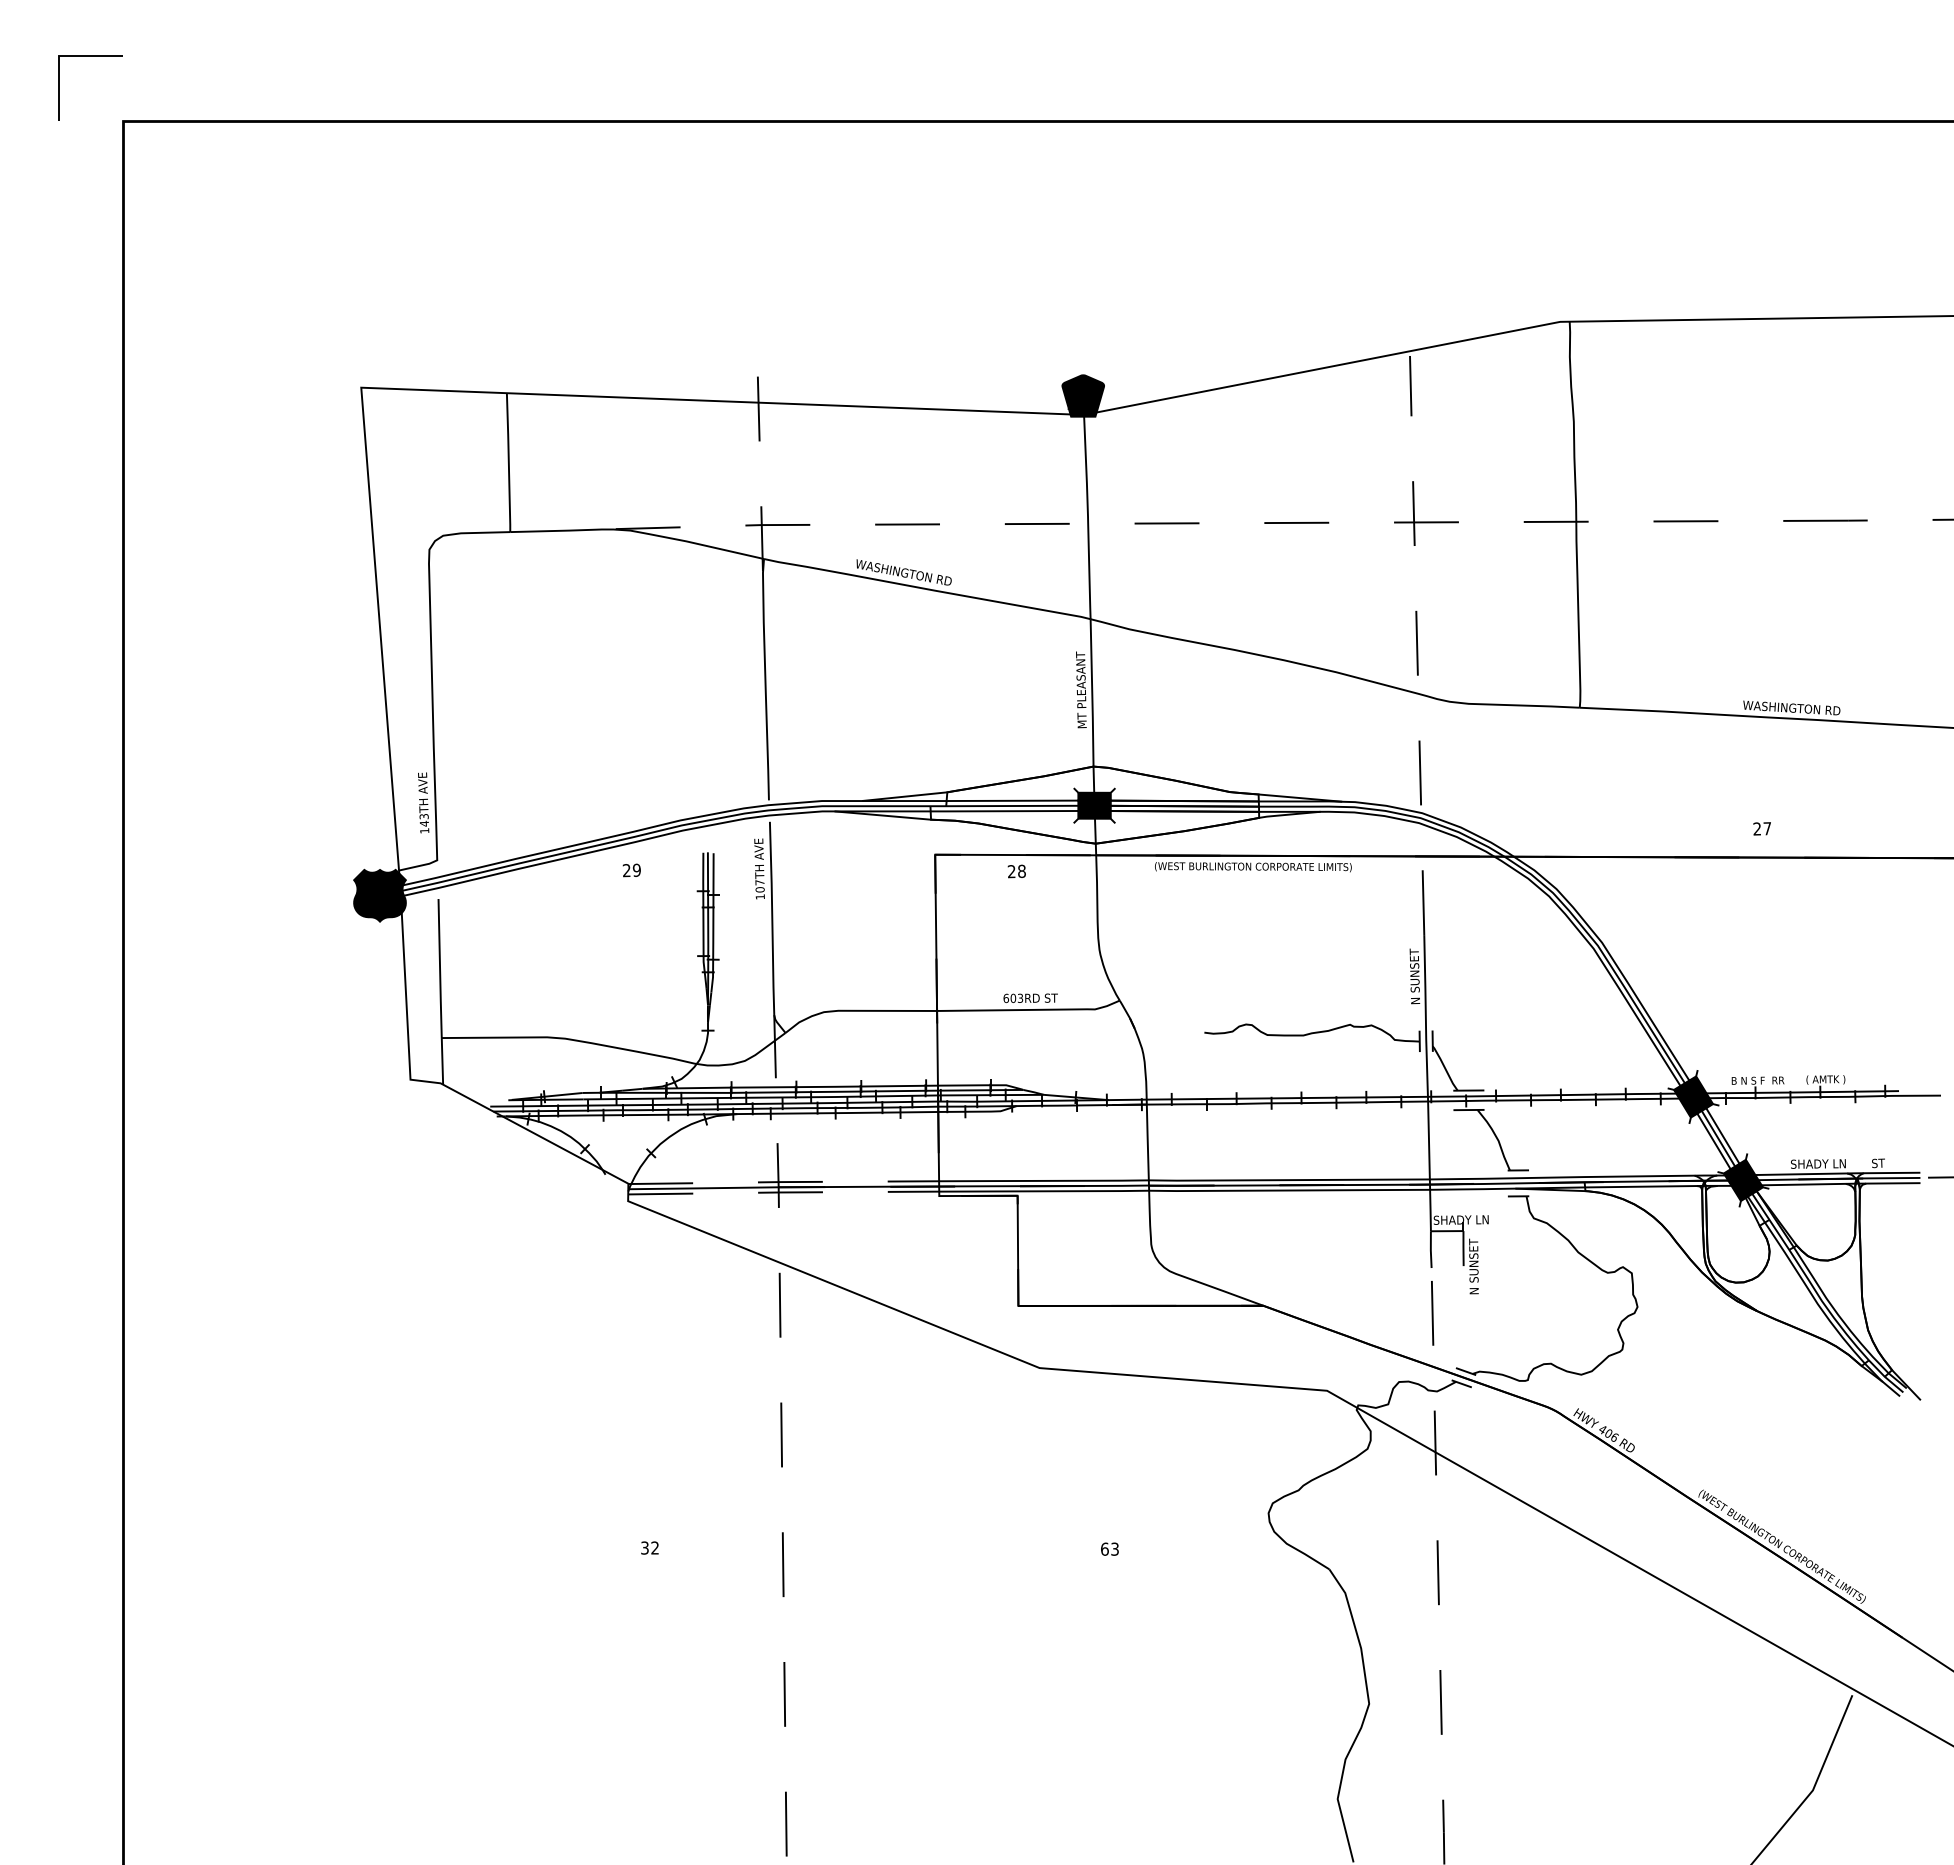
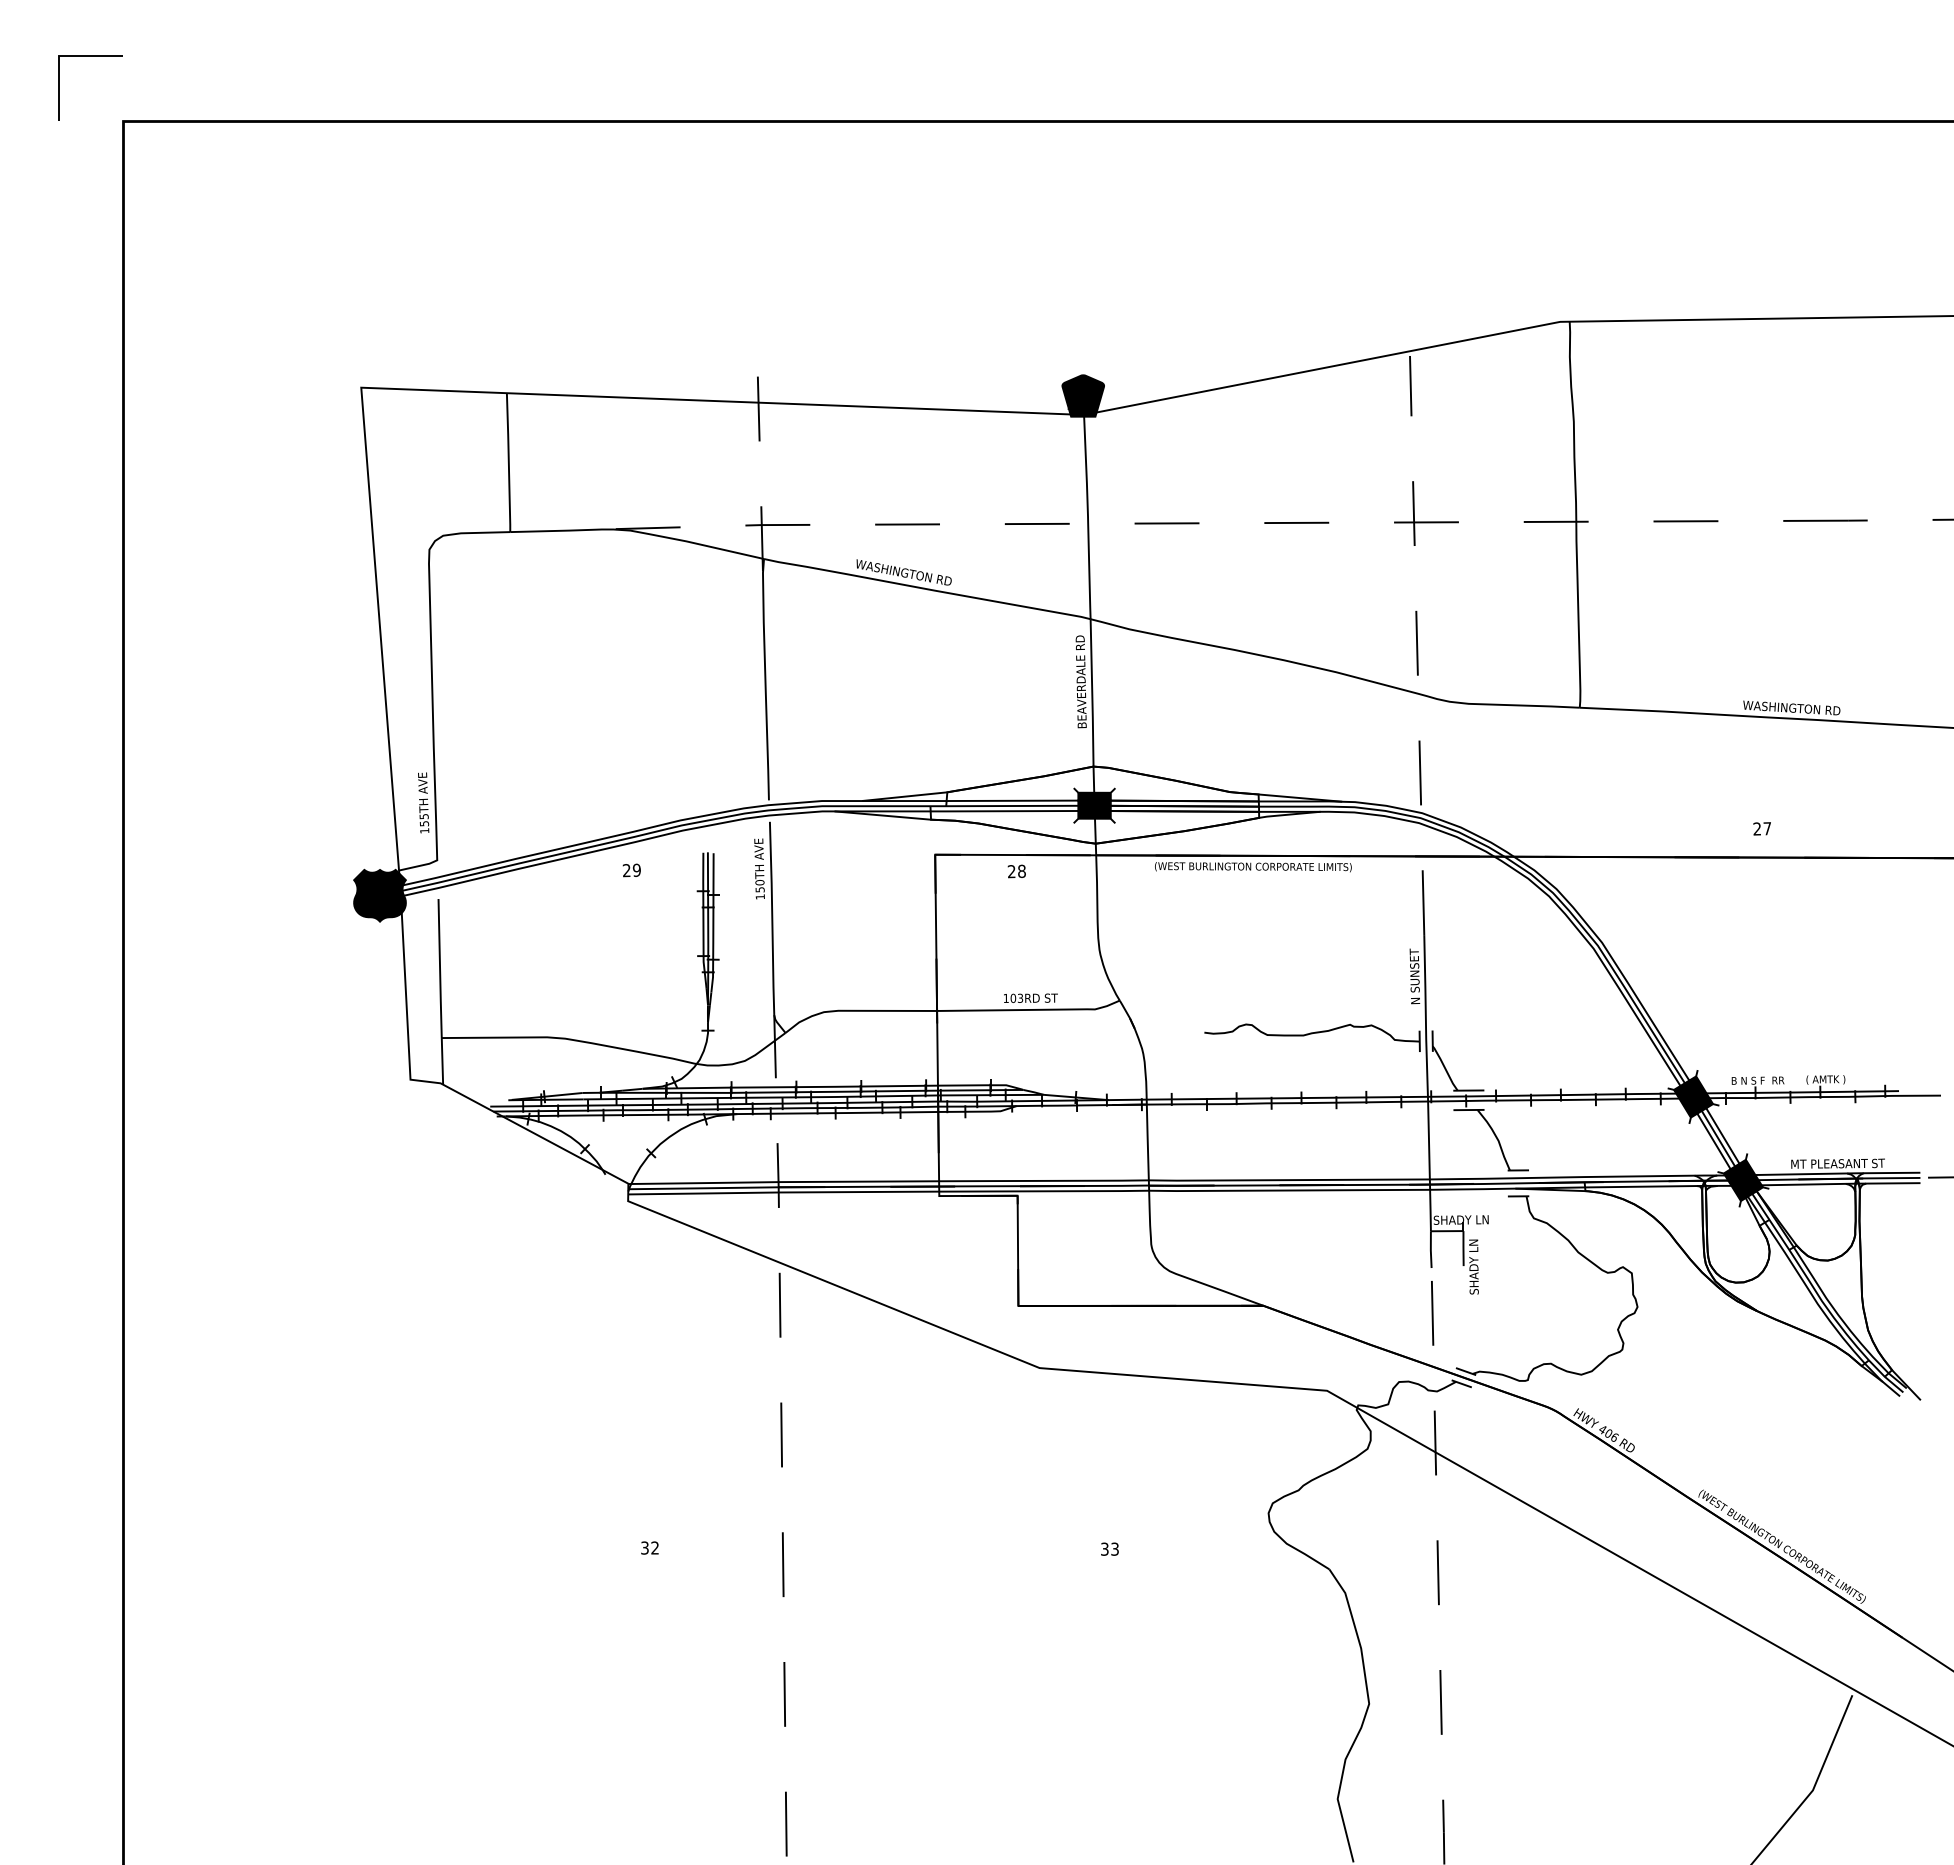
text at (1080, 680): MT PLEASANT -> BEAVERDALE RD
text at (424, 820): 143TH -> 155TH
text at (759, 886): 107TH -> 150TH
text at (1005, 998): 603RD -> 103RD
text at (1829, 1163): SHADY LN -> MT PLEASANT
line at (782, 1182): dashed -> solid
line at (782, 1192): dashed -> solid
text at (1473, 1266): N SUNSET -> SHADY LN
text at (1104, 1548): 63 -> 33
